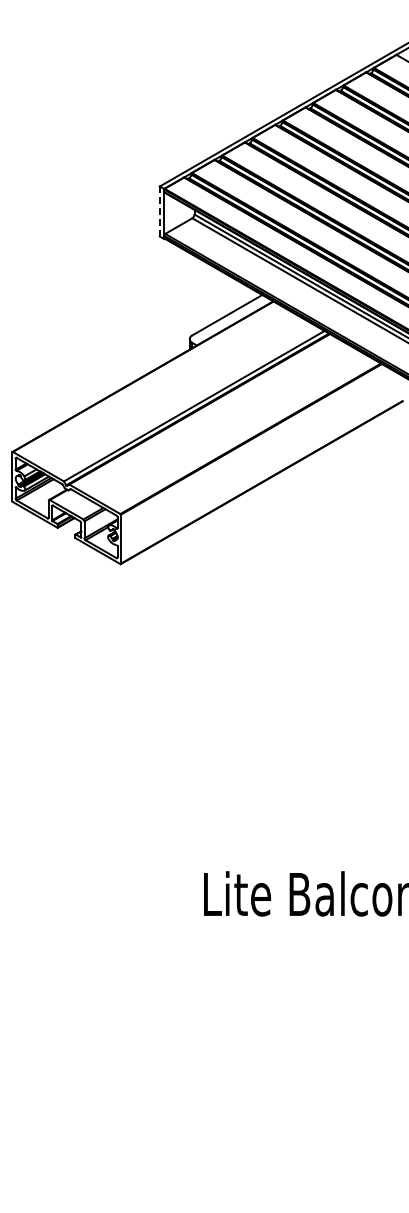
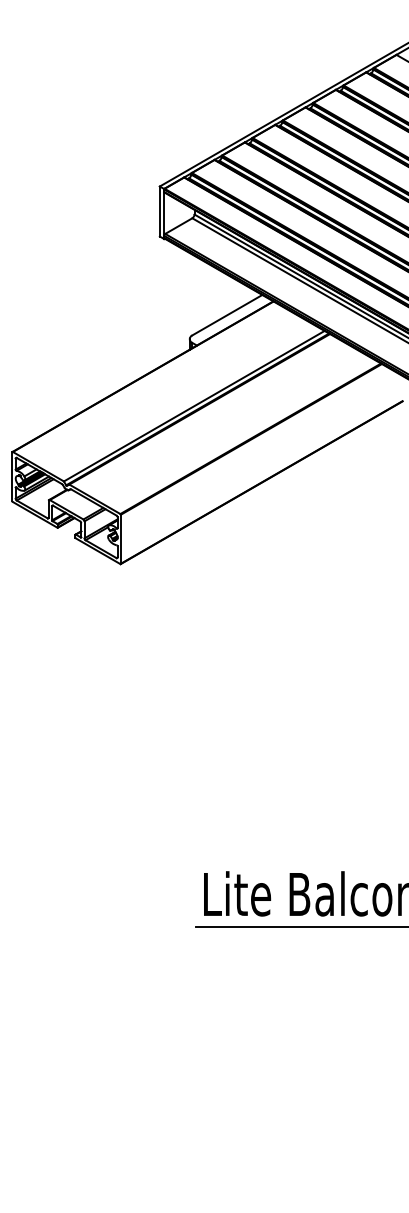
line at (159, 211): dashed -> solid
line at (300, 927): none -> present
